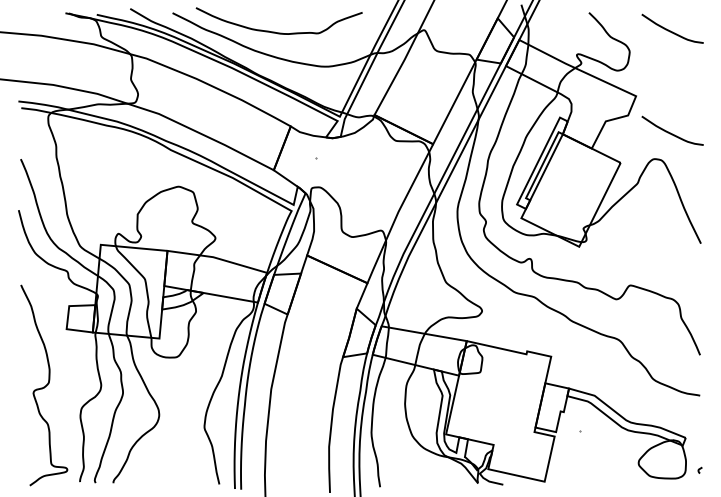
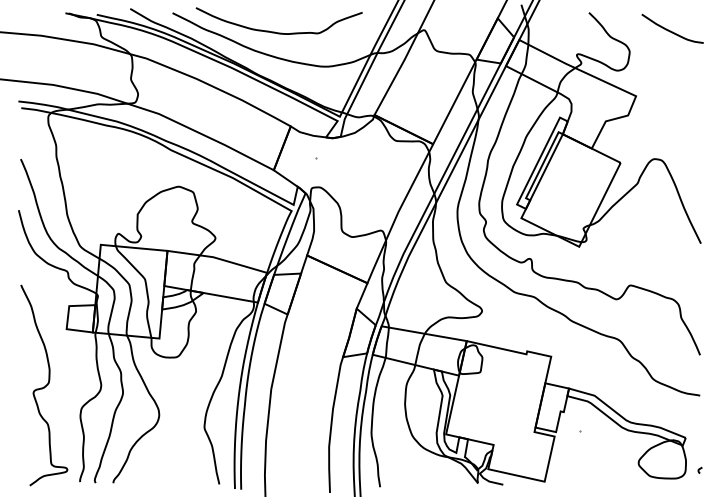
curve at (670, 132): present -> none
